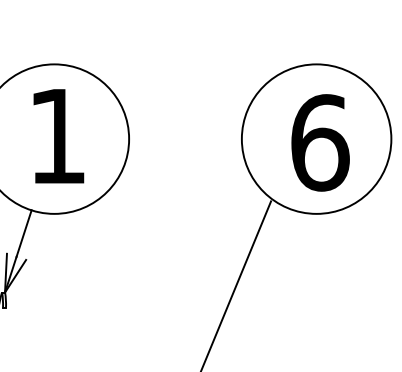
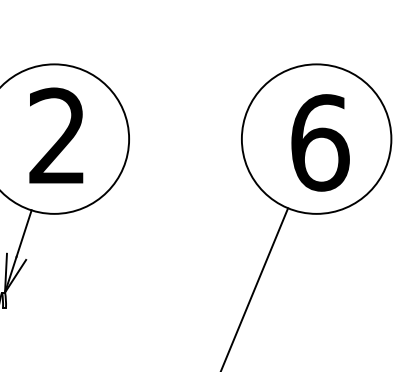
text at (56, 135): 1 -> 2
line at (236, 284) position: (236, 284) -> (255, 288)
